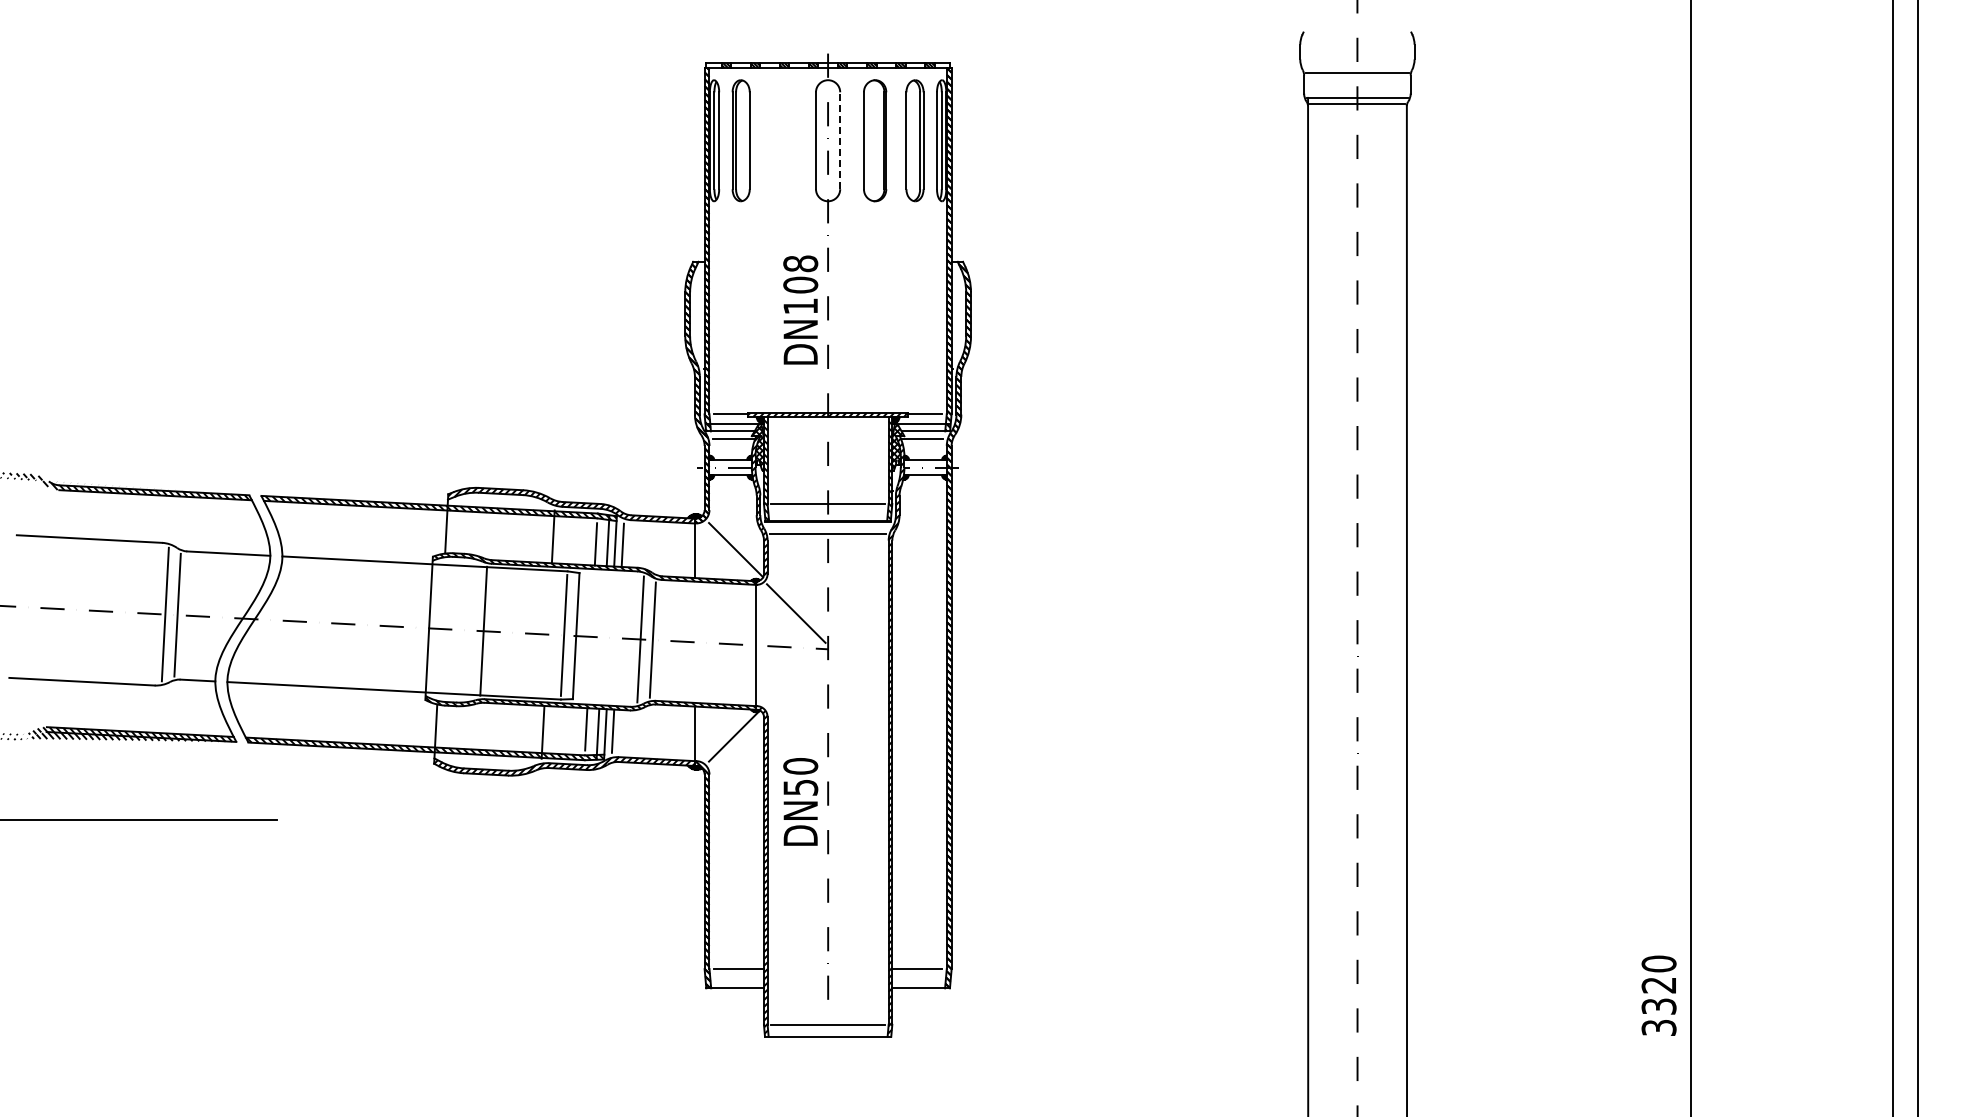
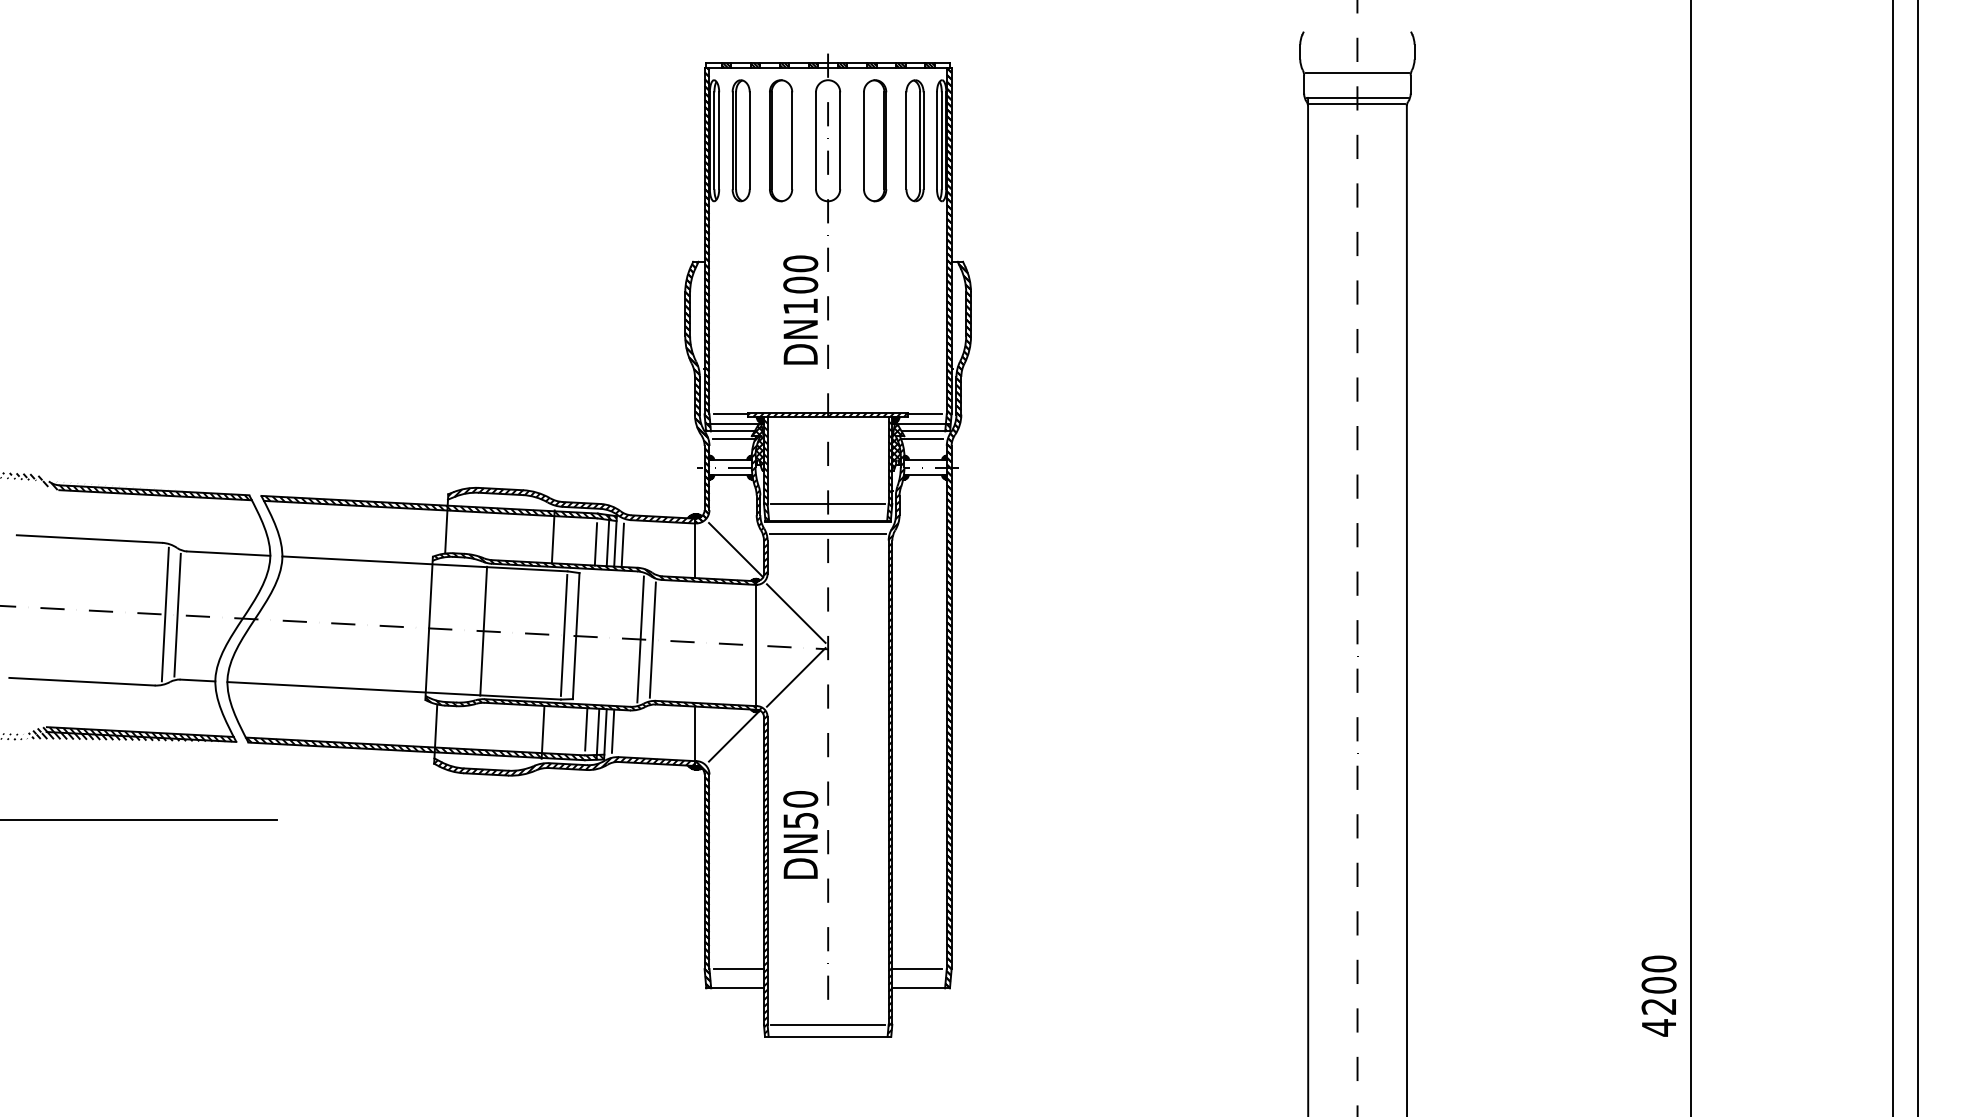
part at (781, 140): none -> present
line at (840, 140): dashed -> solid
text at (800, 263): DN108 -> DN100
line at (795, 677): none -> present
text at (800, 801) position: (800, 801) -> (800, 834)
text at (1658, 1006): 3320 -> 4200
